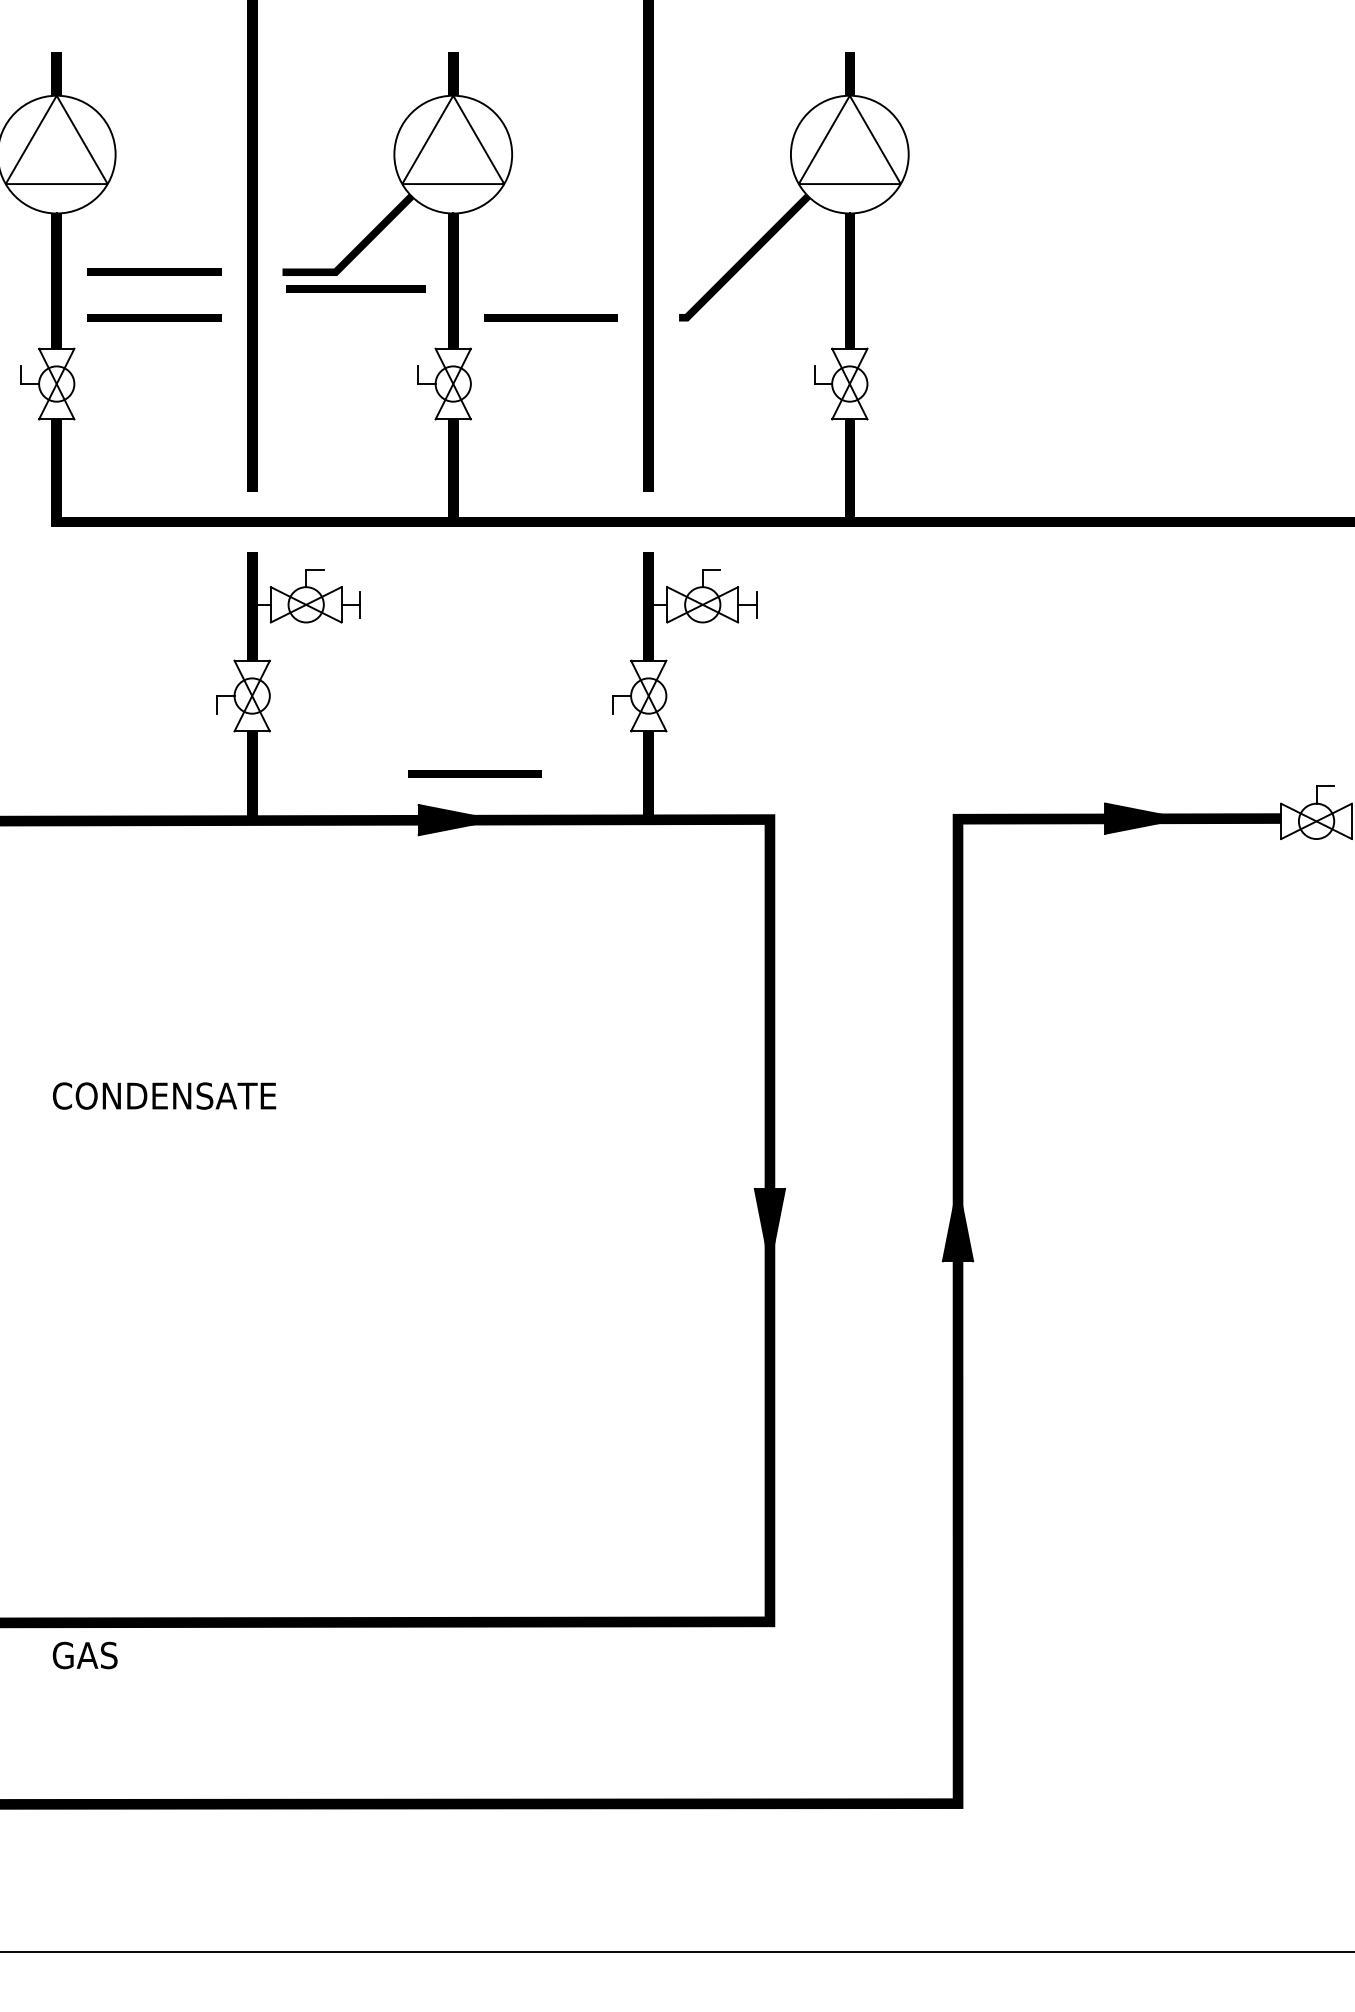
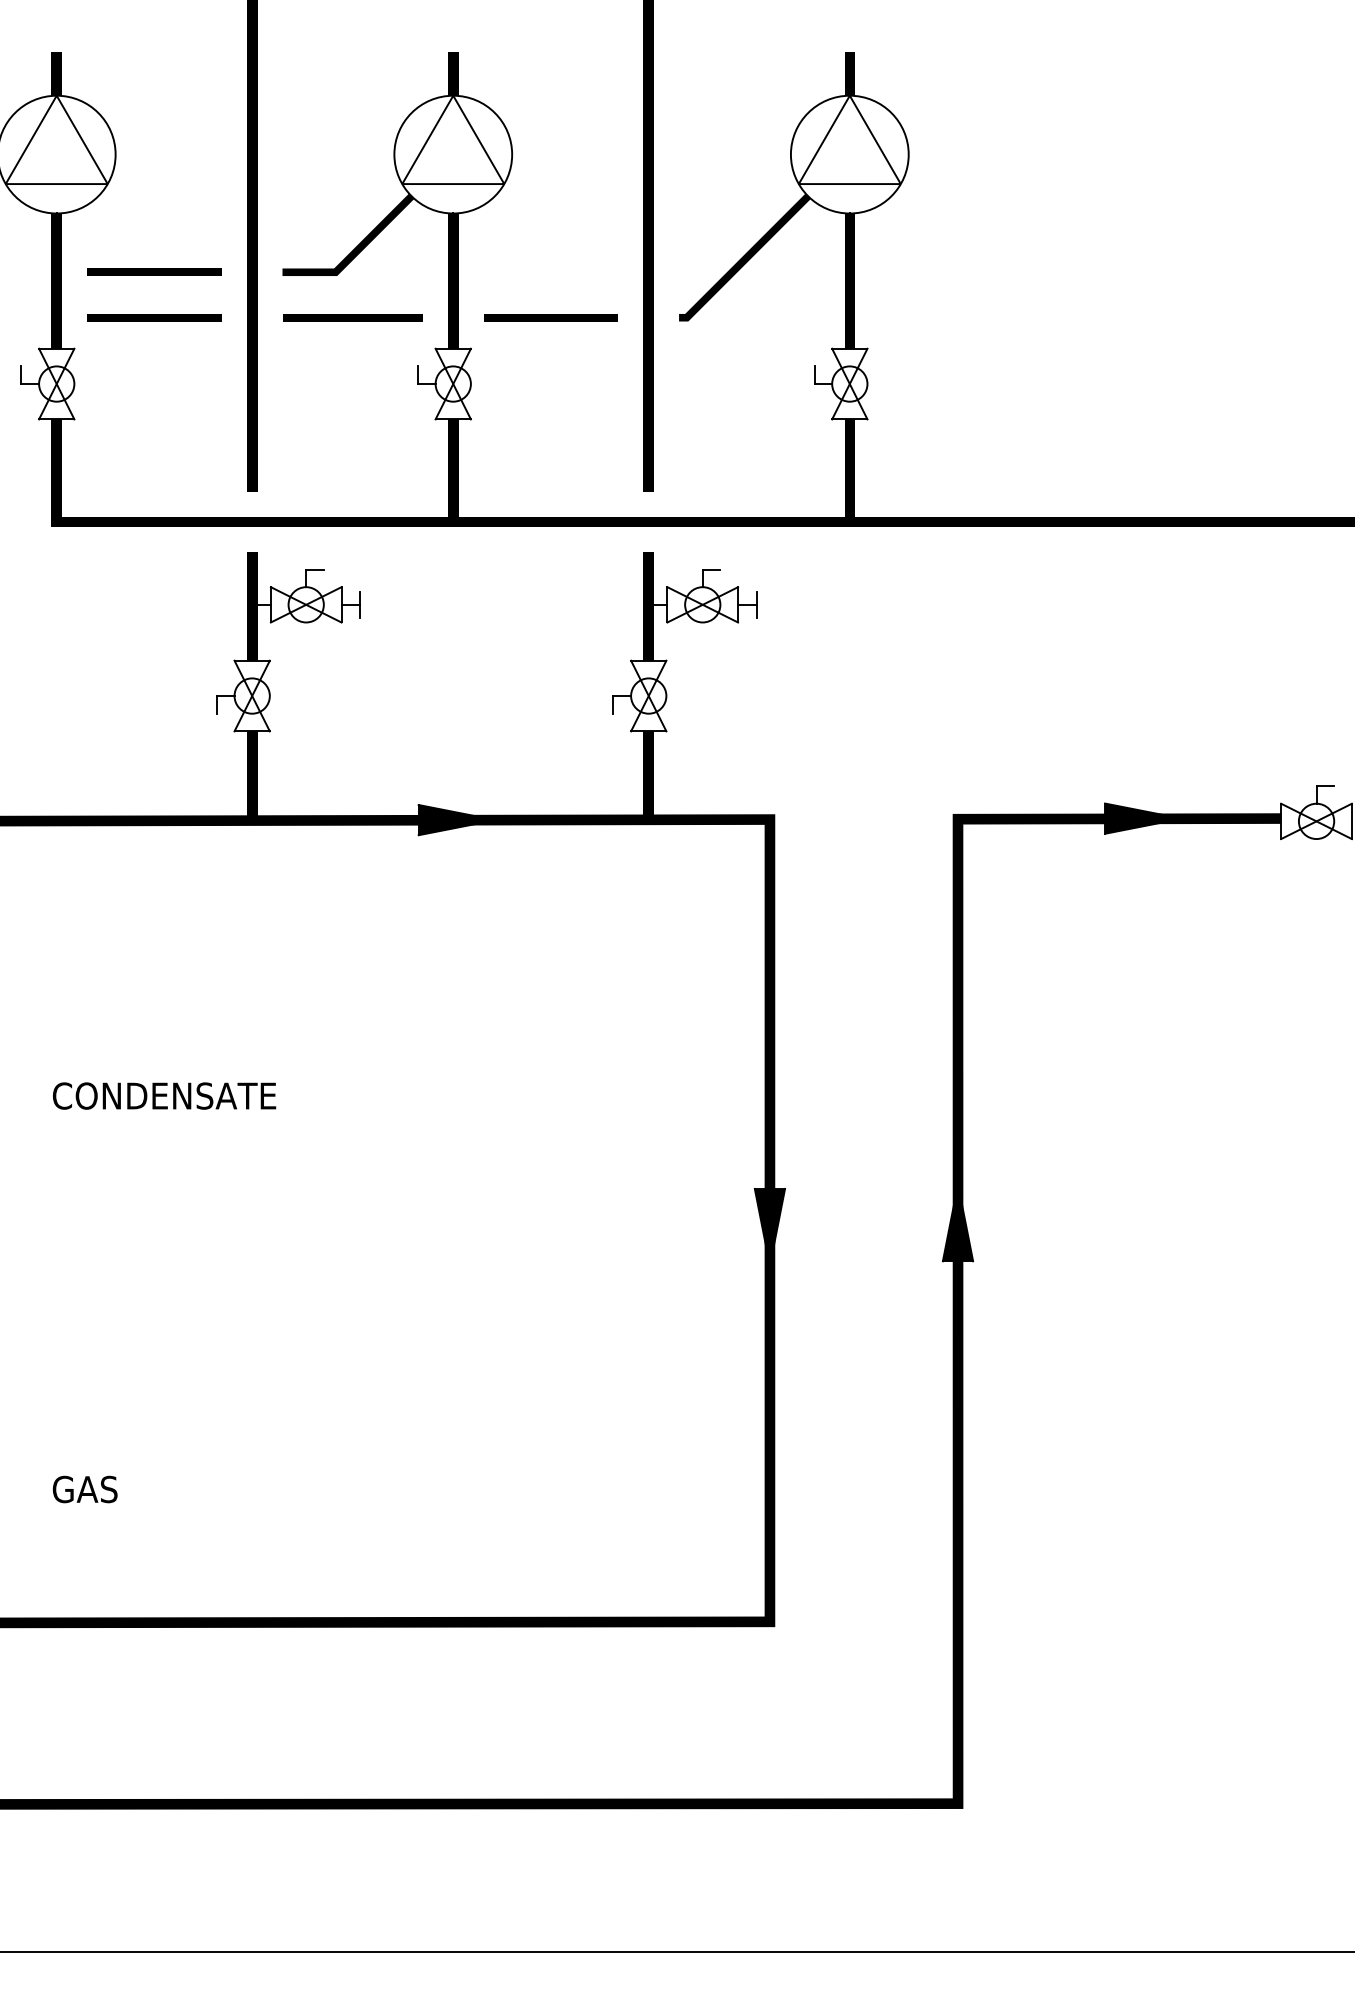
line at (355, 288) position: (355, 288) -> (352, 317)
line at (474, 773): present -> none
text at (84, 1655) position: (84, 1655) -> (84, 1489)
